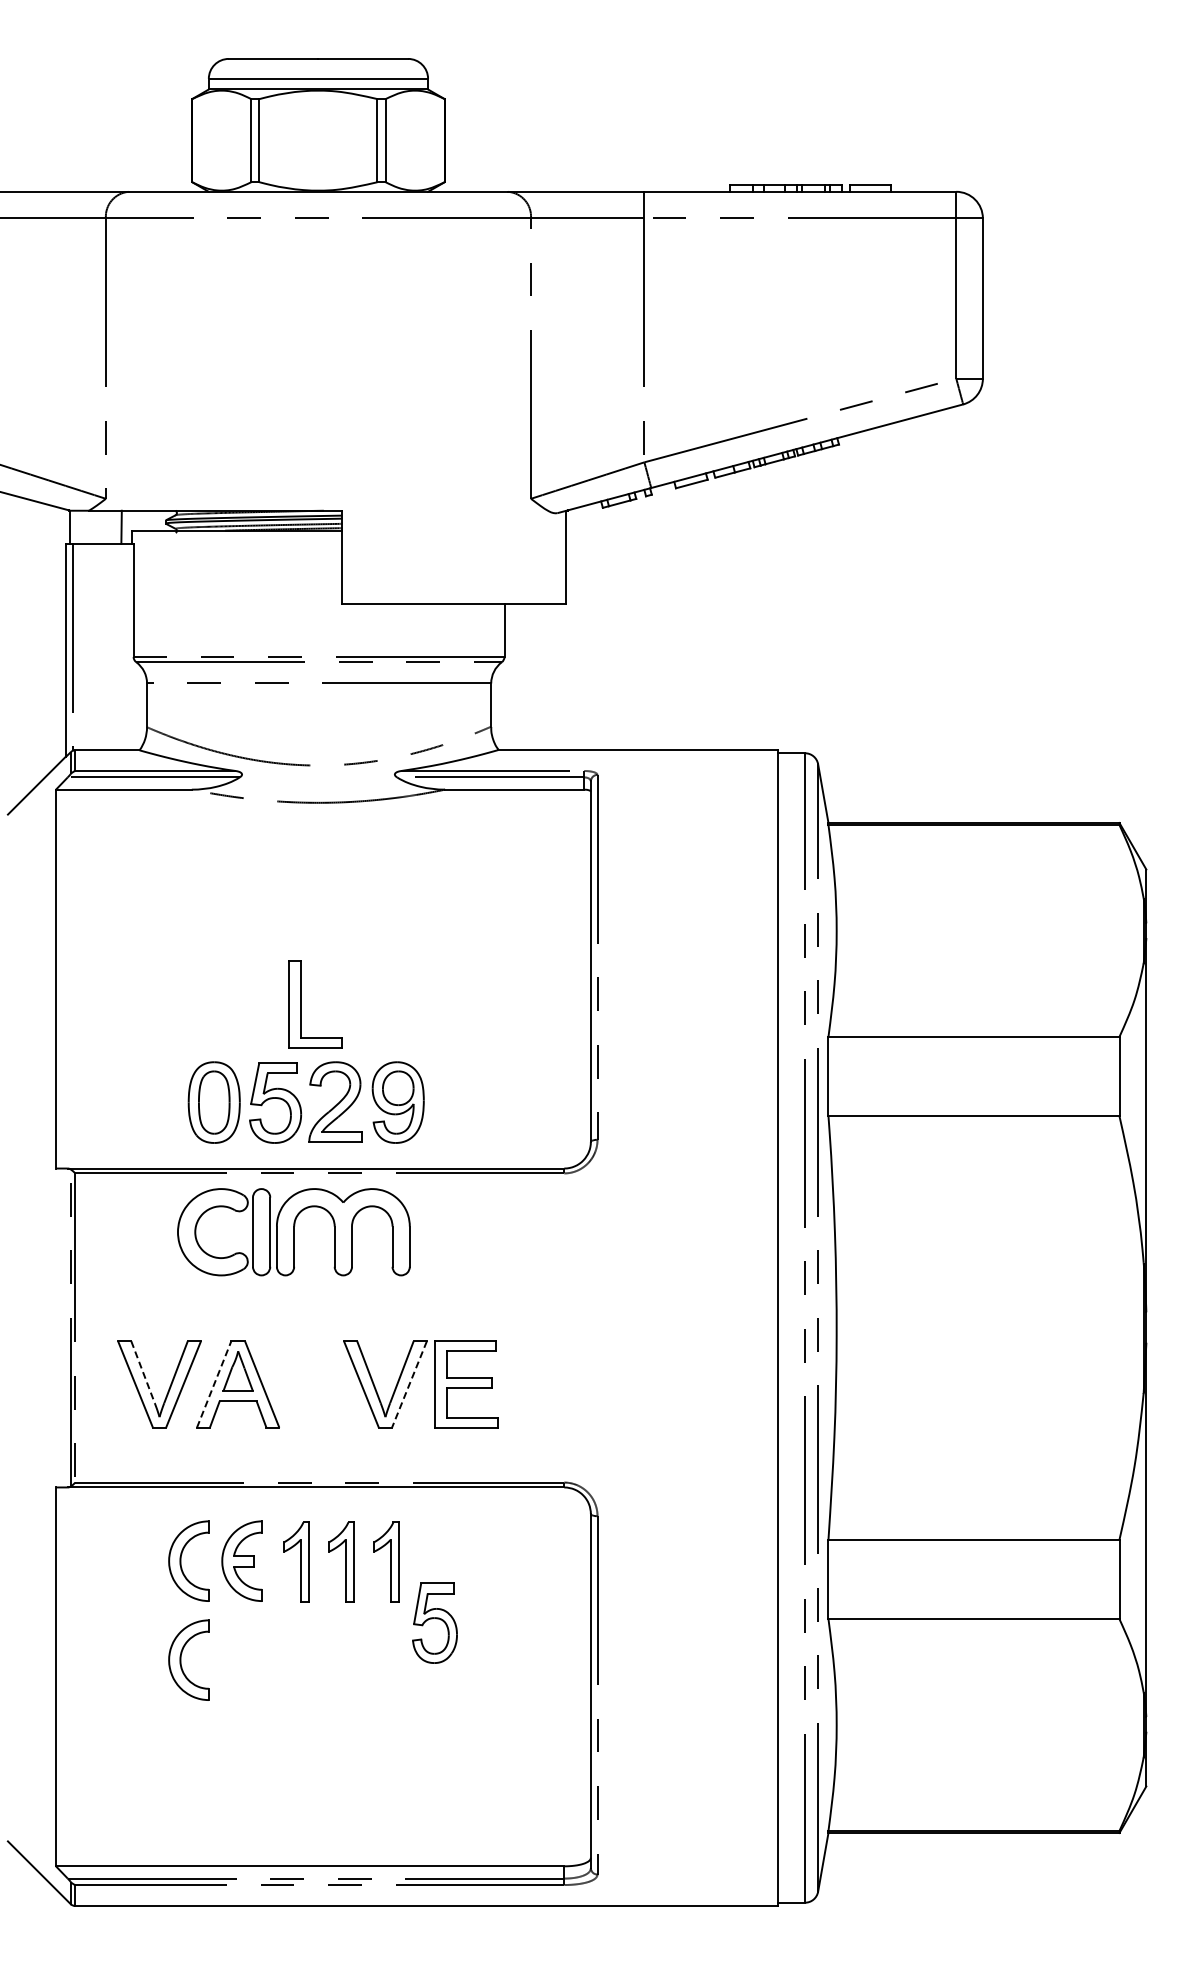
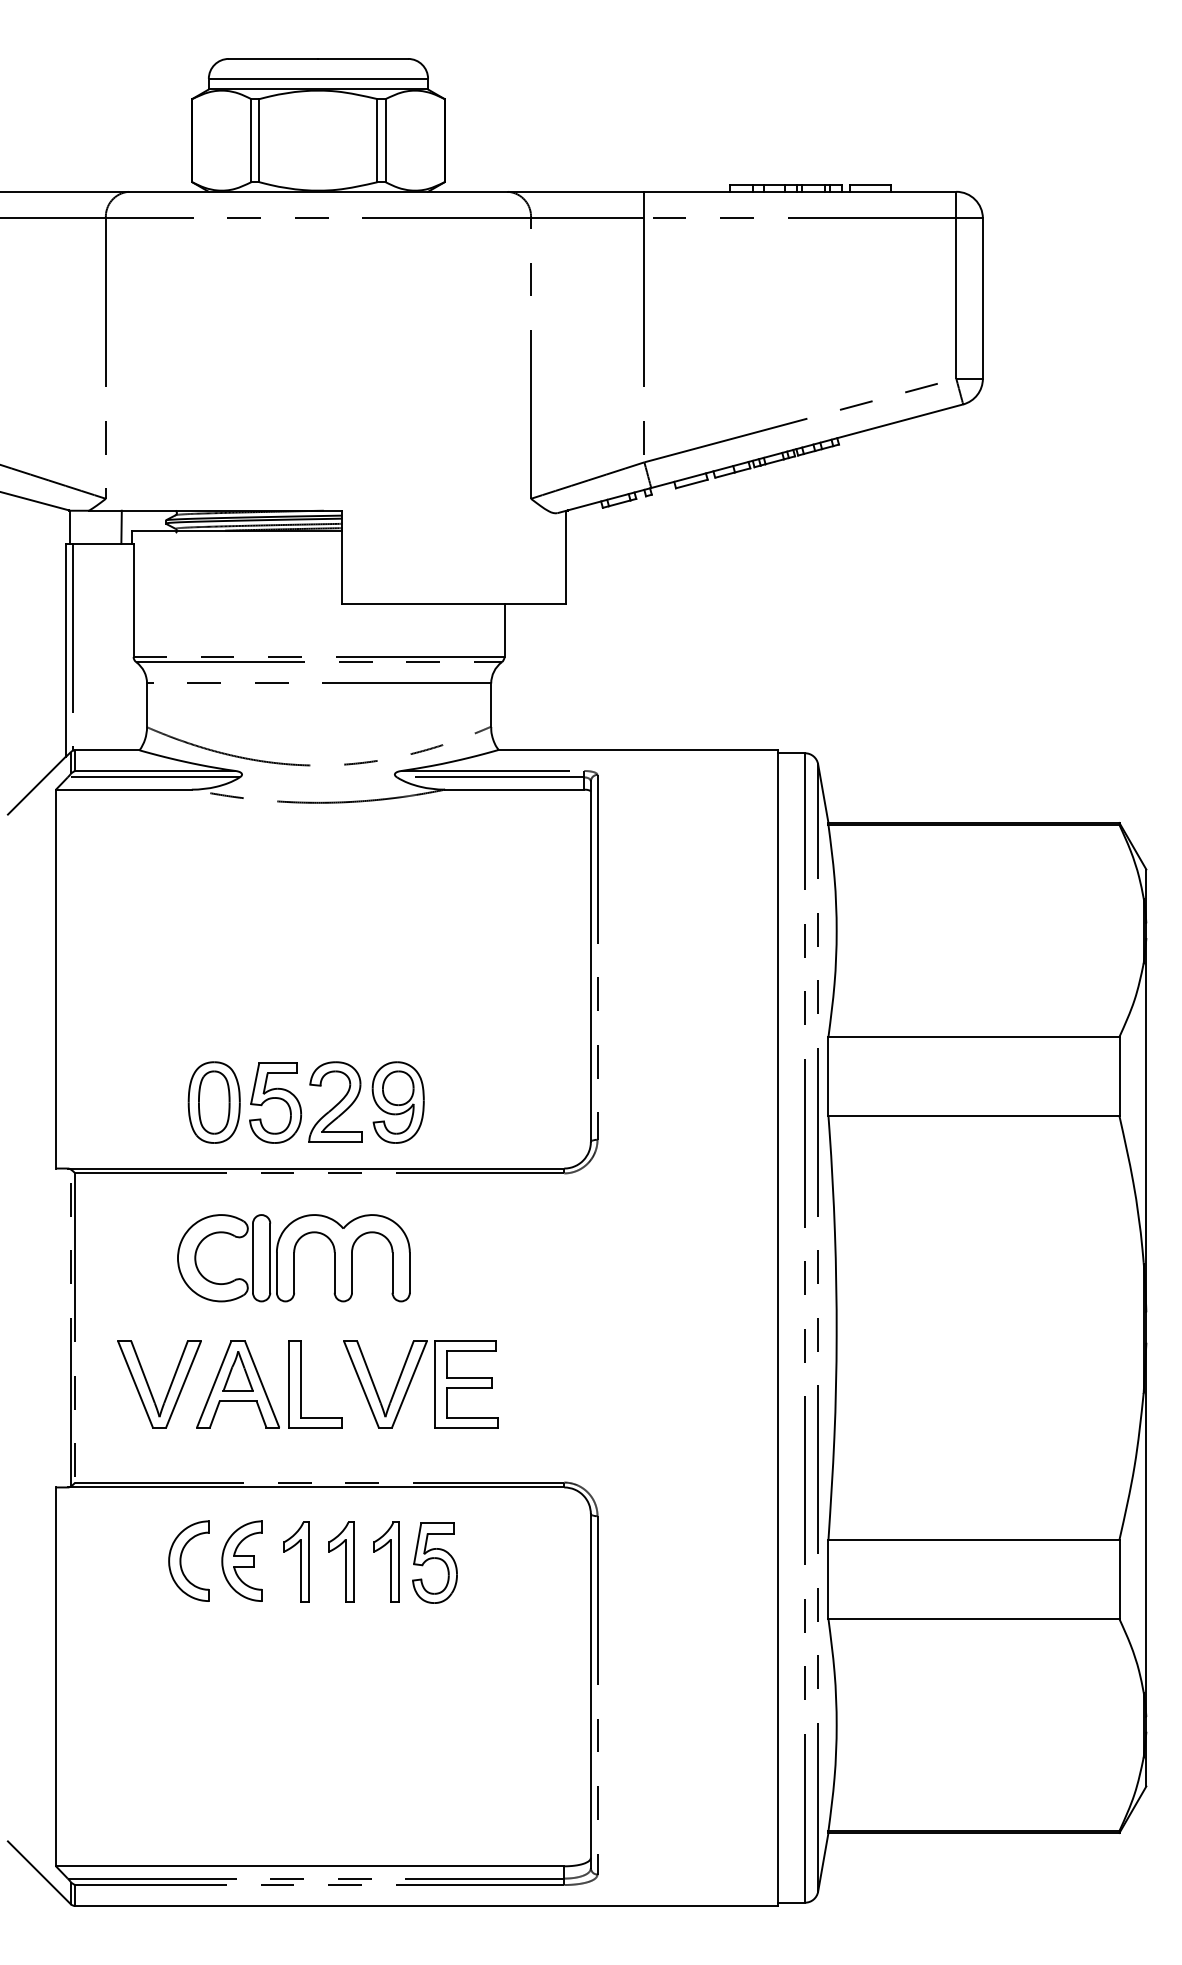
part at (301, 1004) position: (301, 1004) -> (301, 1384)
part at (293, 1232) position: (293, 1232) -> (293, 1258)
line at (143, 1372): dashed -> solid
line at (214, 1383): dashed -> solid
line at (409, 1384): dashed -> solid
part at (434, 1622) position: (434, 1622) -> (434, 1562)
part at (181, 1659): present -> none
